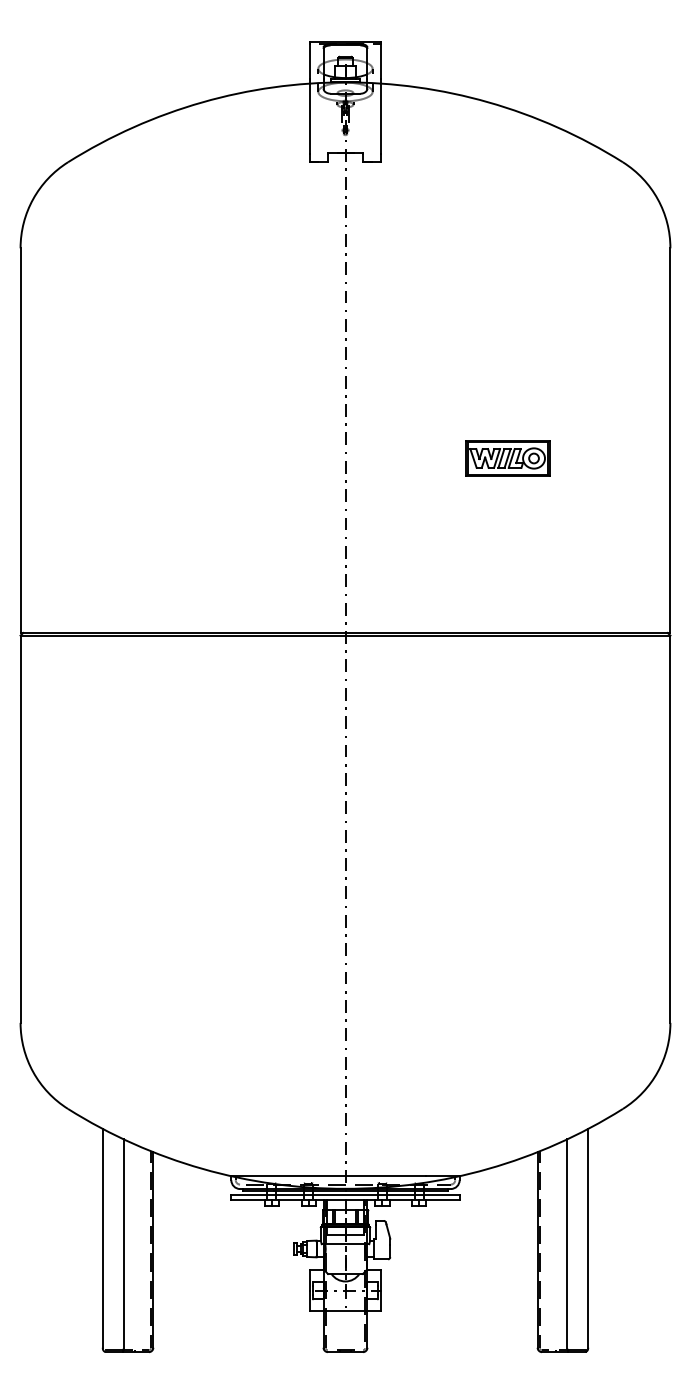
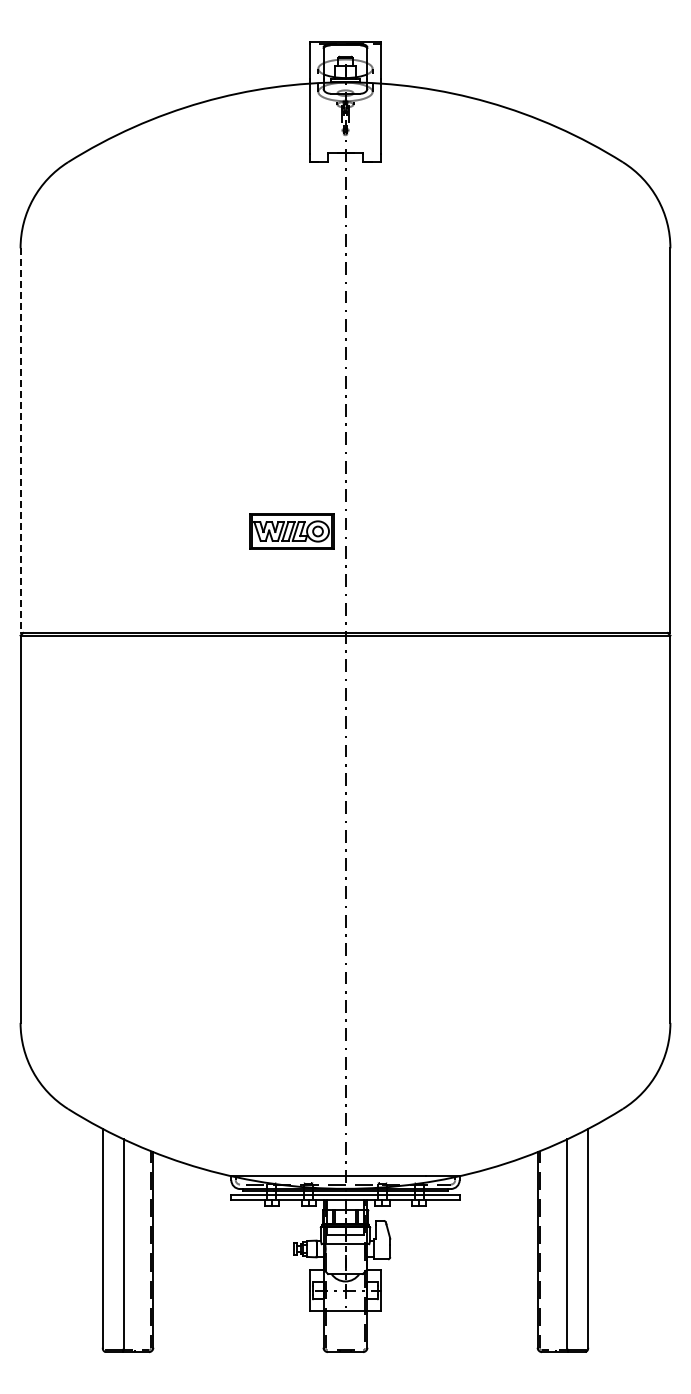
line at (20, 441): solid -> dashed
part at (507, 458) position: (507, 458) -> (291, 531)
